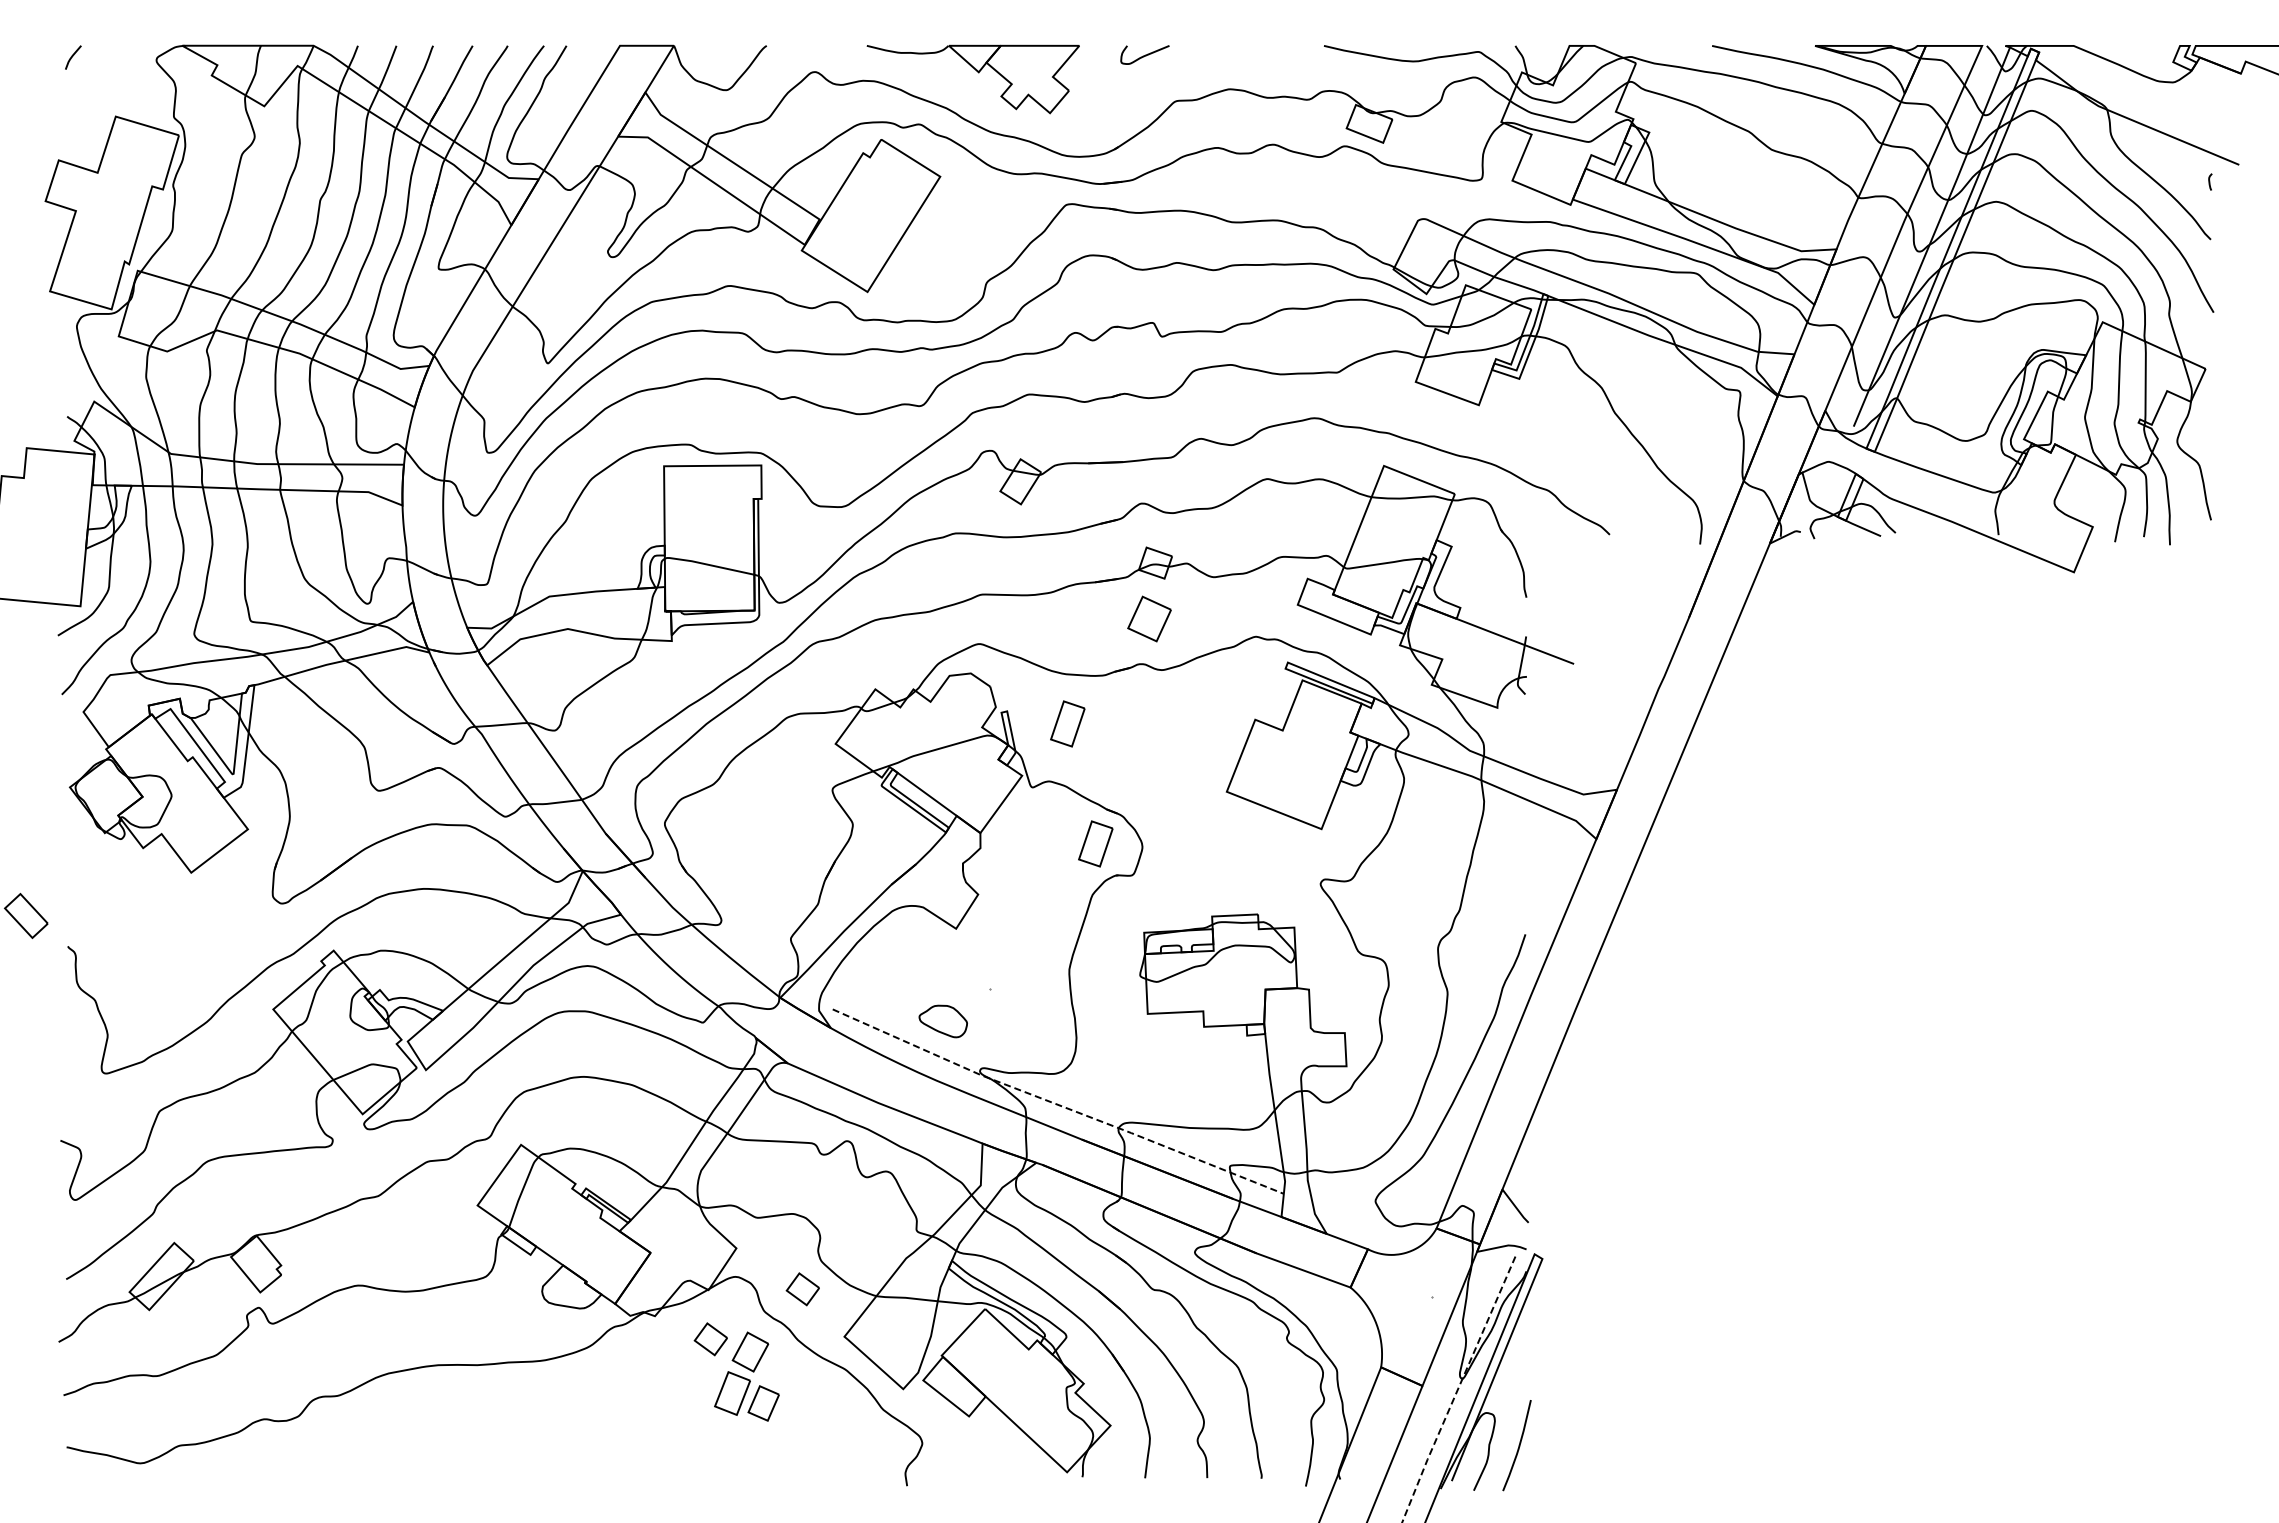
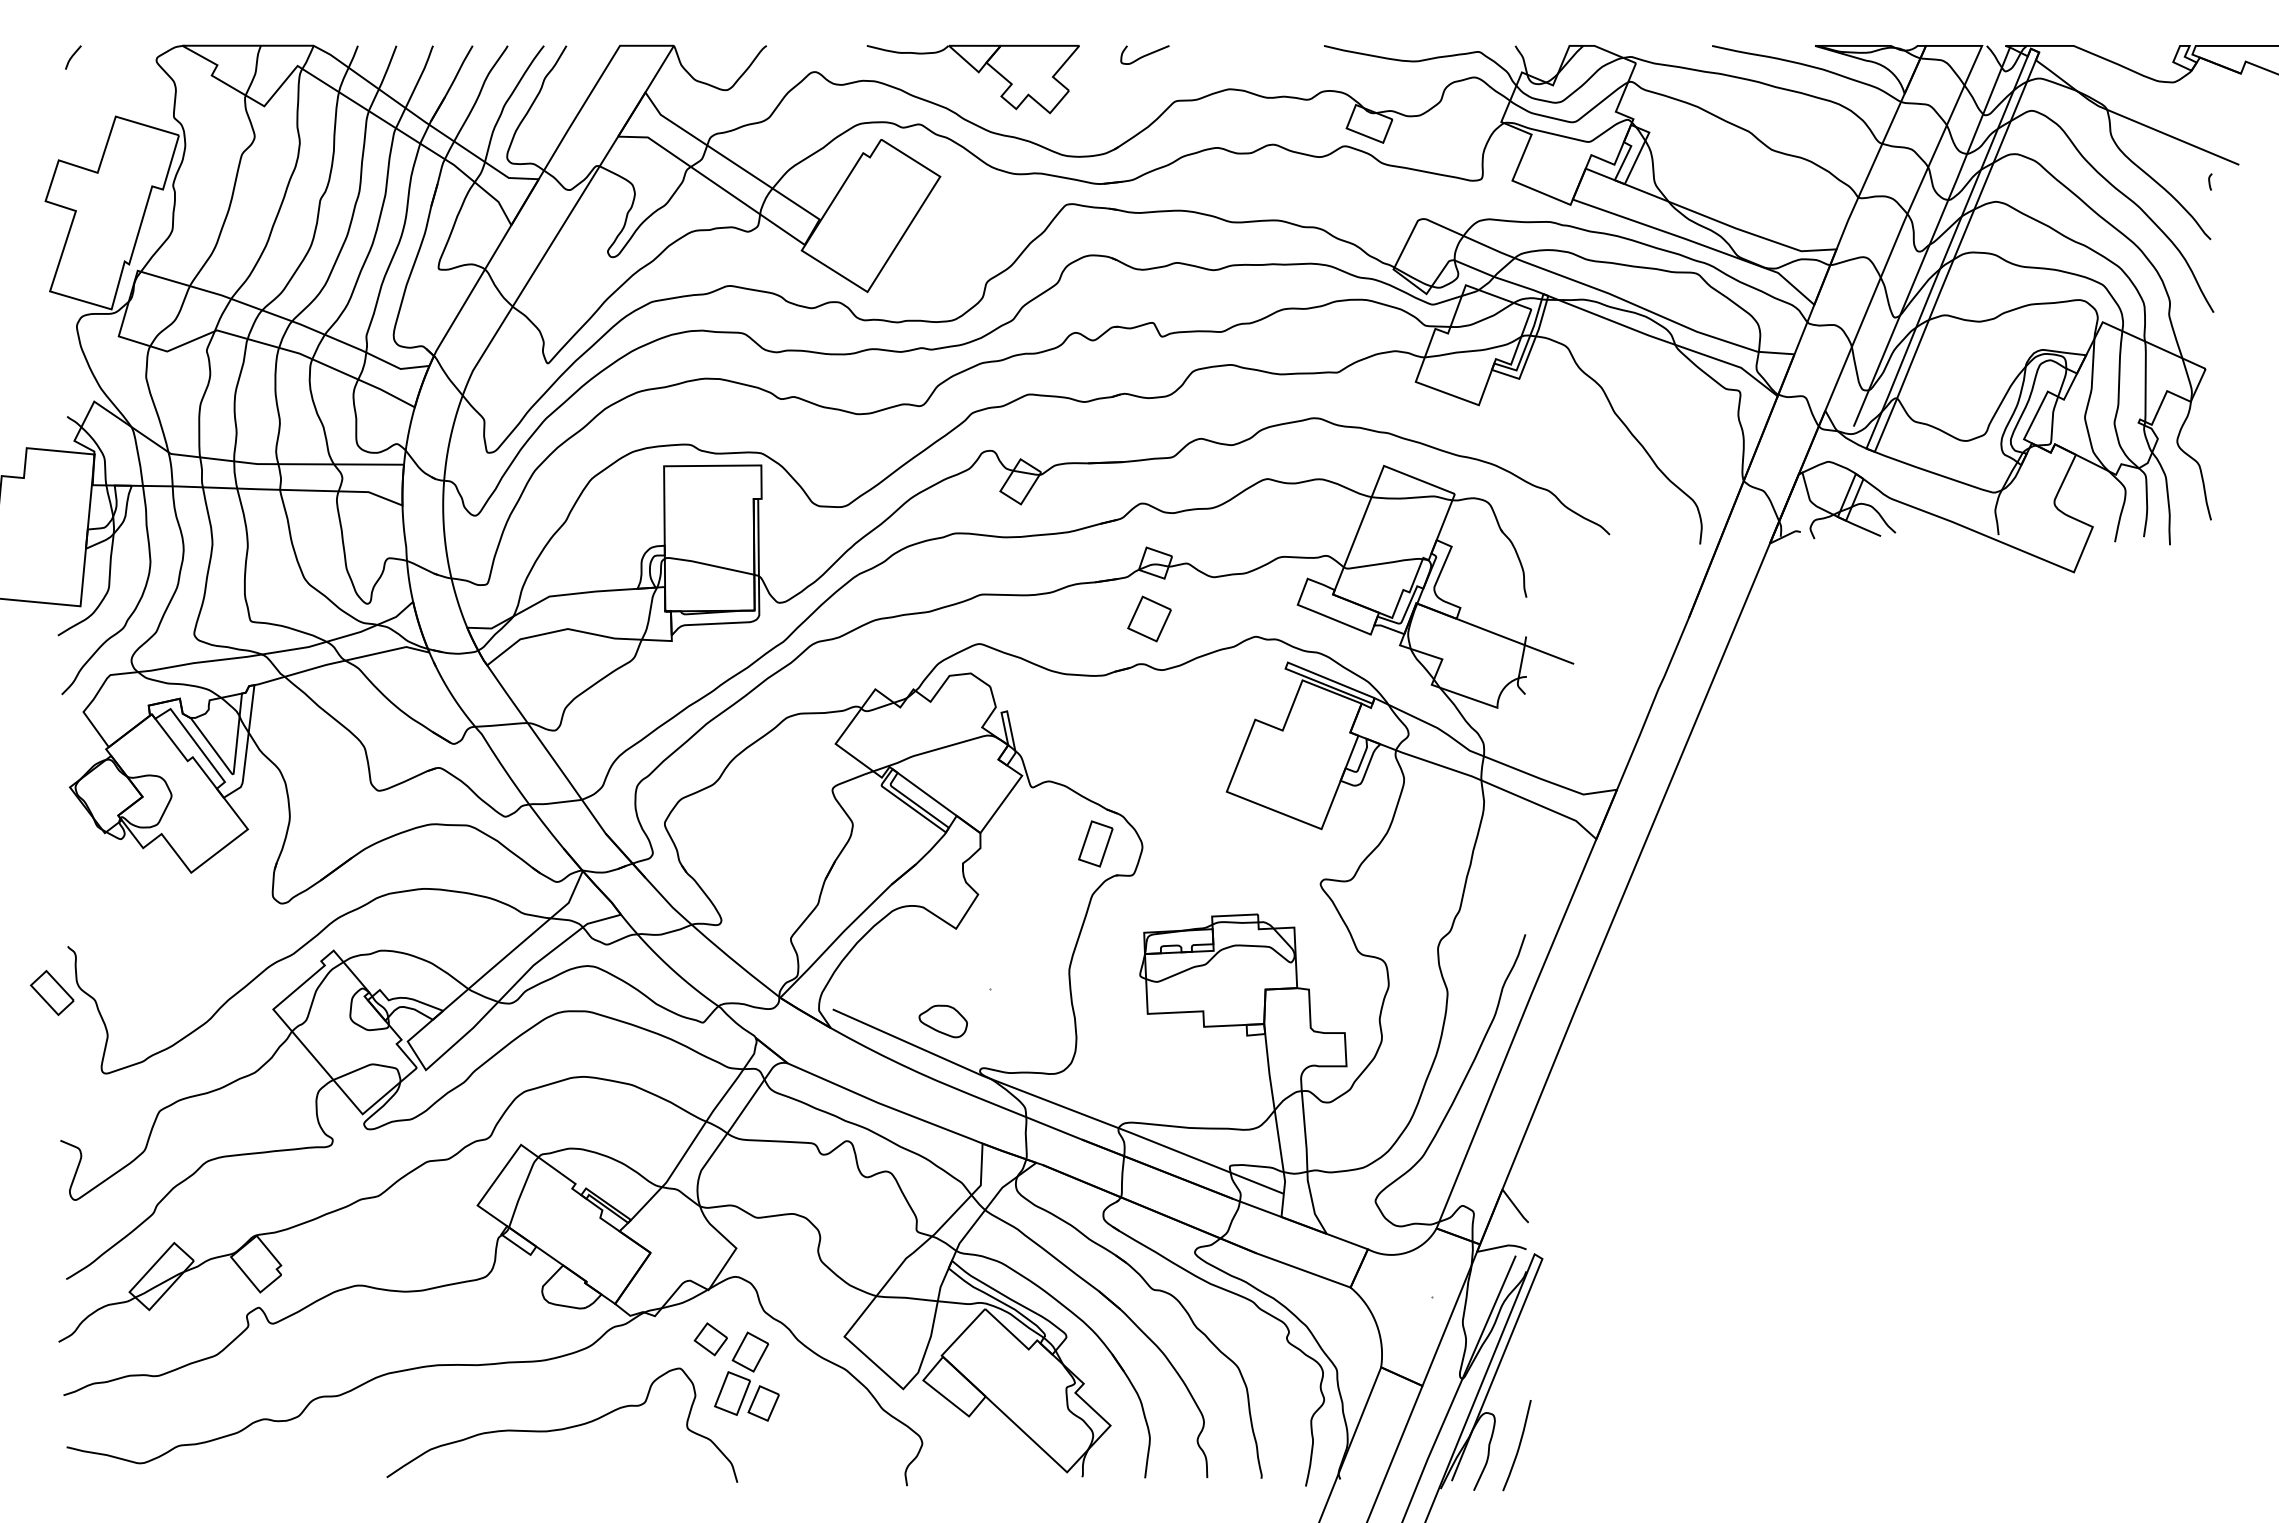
part at (1067, 723): present -> none
part at (25, 915) position: (25, 915) -> (51, 992)
line at (1056, 1104): dashed -> solid
part at (802, 1289): present -> none
line at (1458, 1388): dashed -> solid
curve at (564, 1427): none -> present
